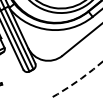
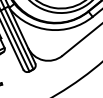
arc at (78, 80): dashed -> solid
